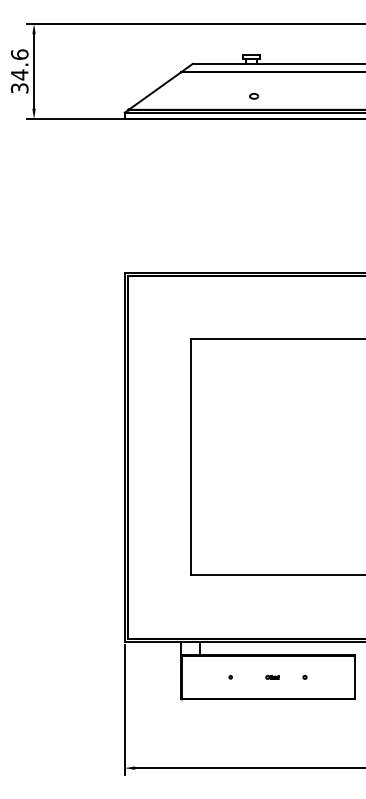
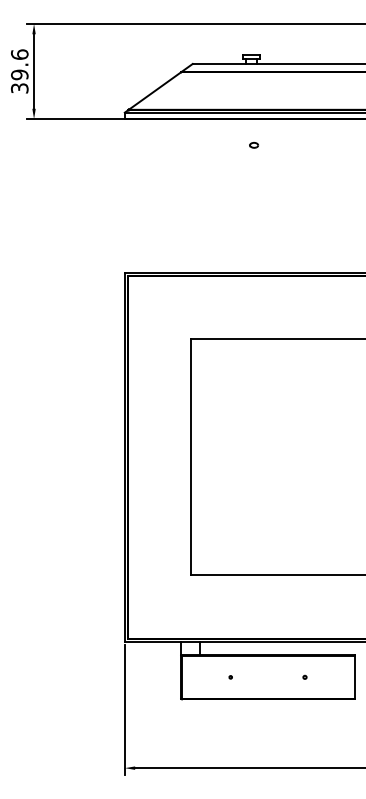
text at (19, 74): 34.6 -> 39.6
part at (254, 96) position: (254, 96) -> (254, 145)
part at (272, 676): present -> none
